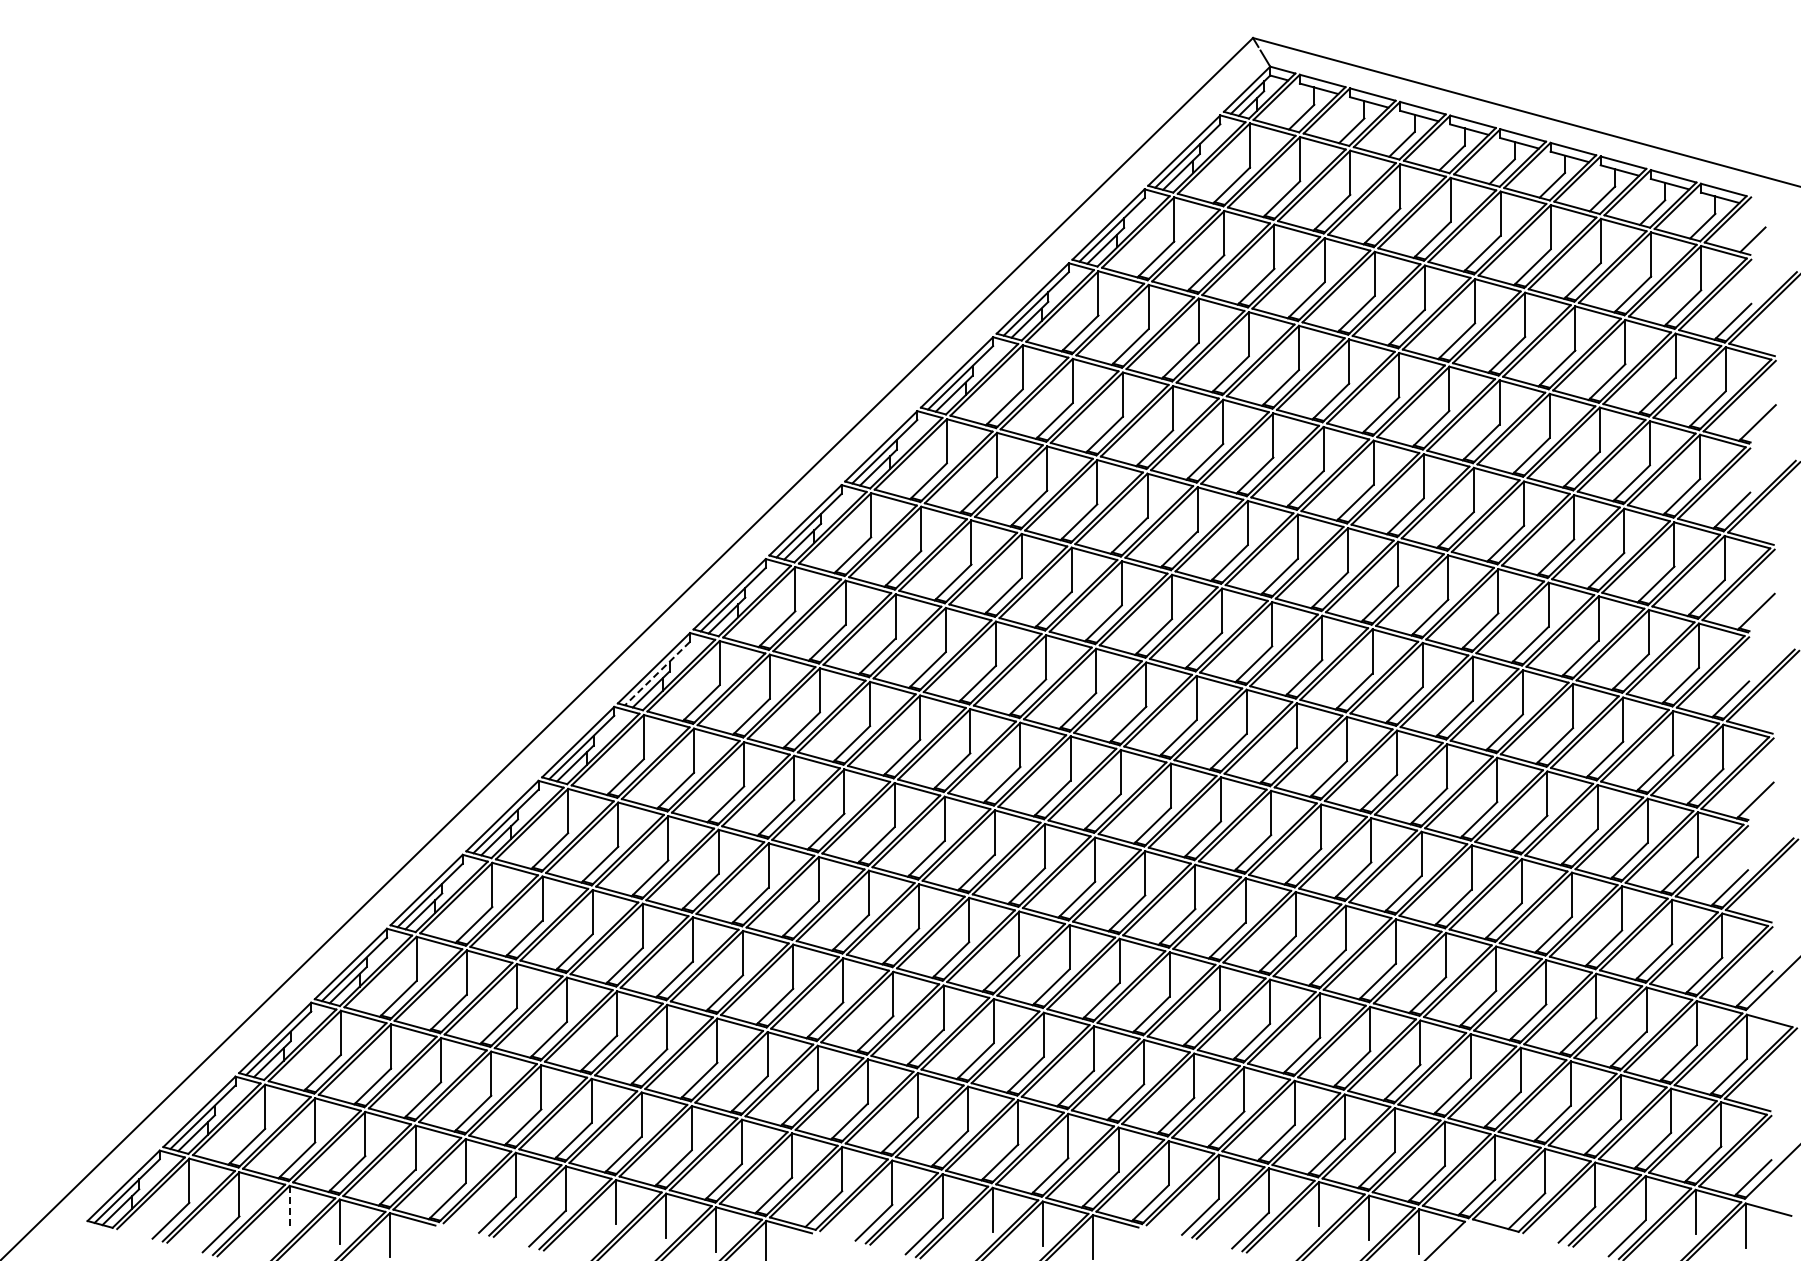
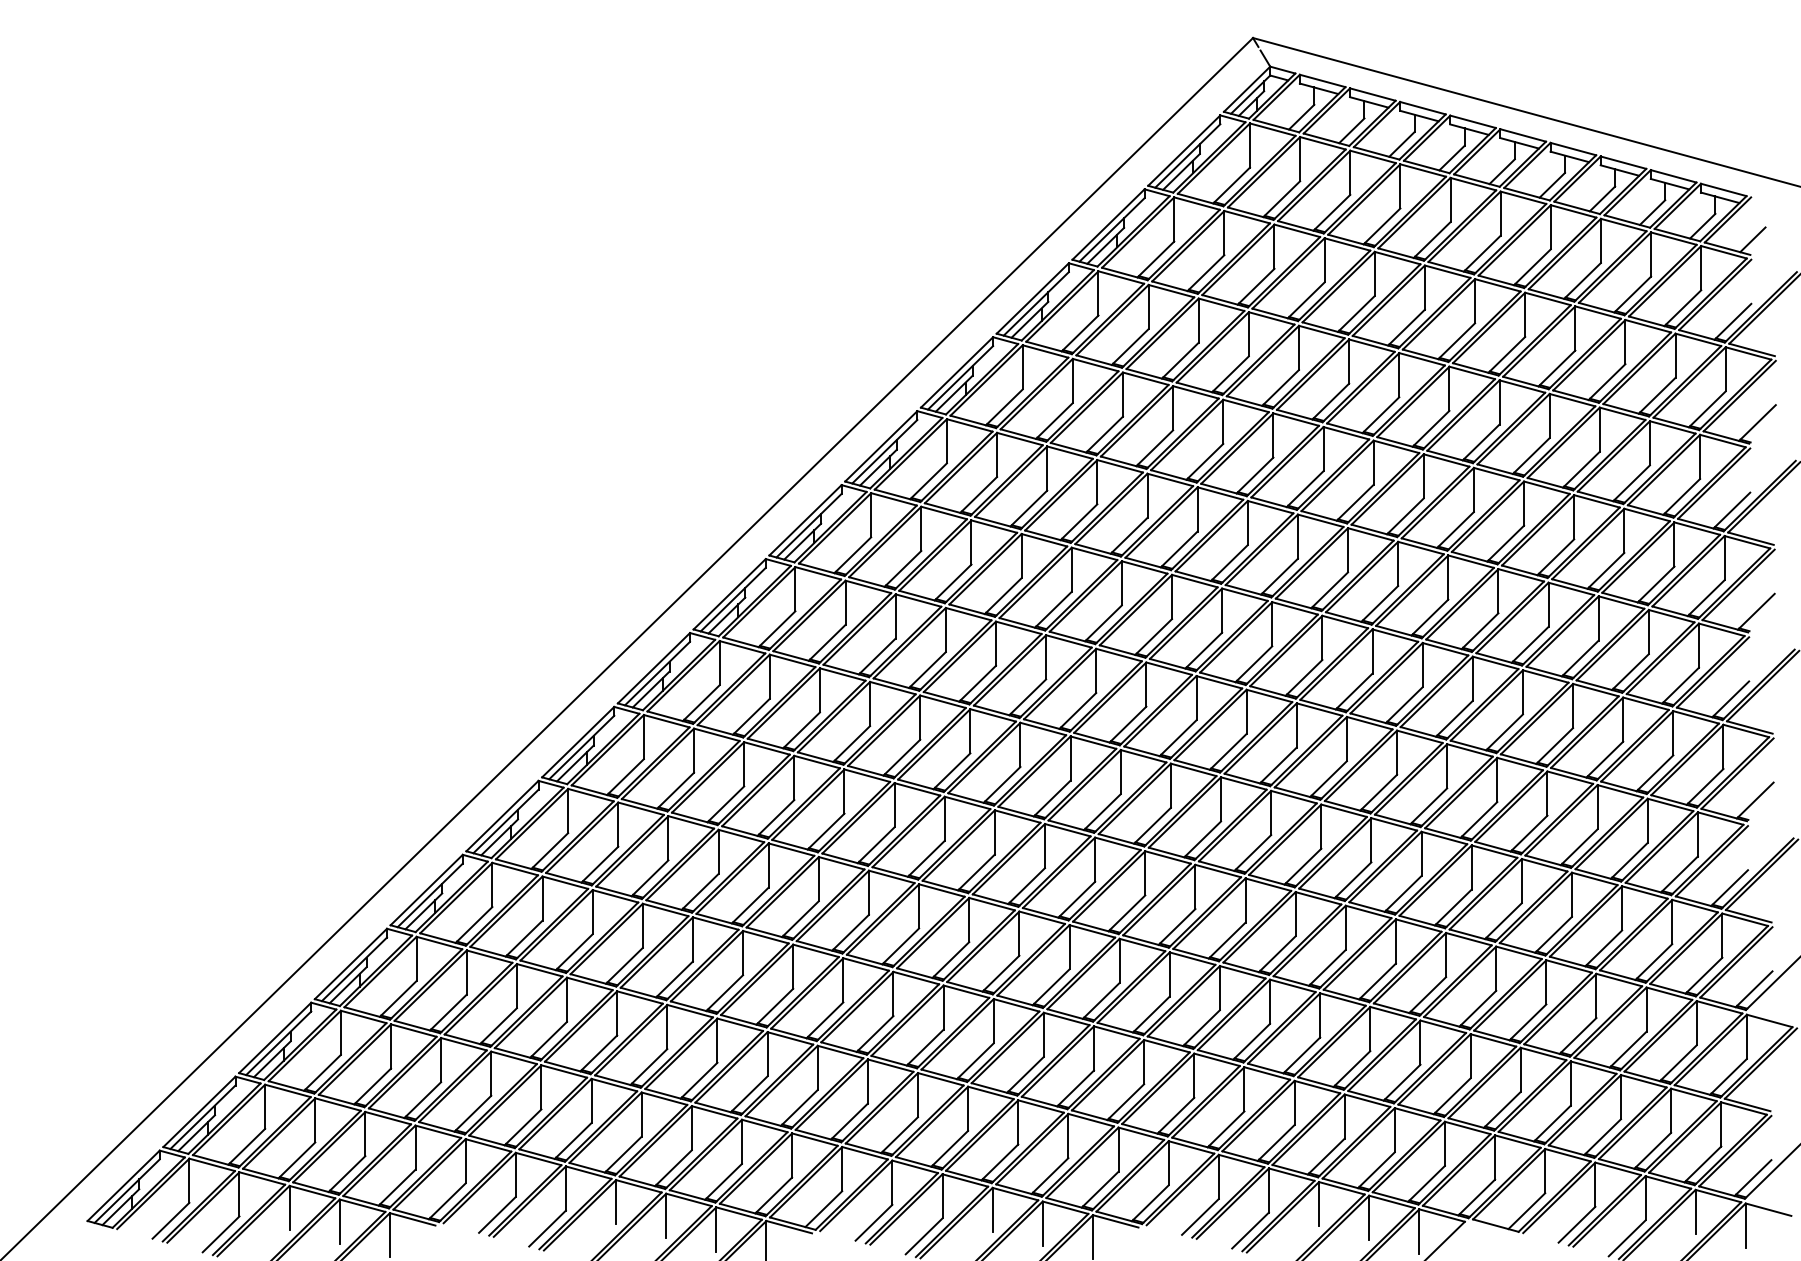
line at (657, 673): dashed -> solid
line at (289, 1208): dashed -> solid
